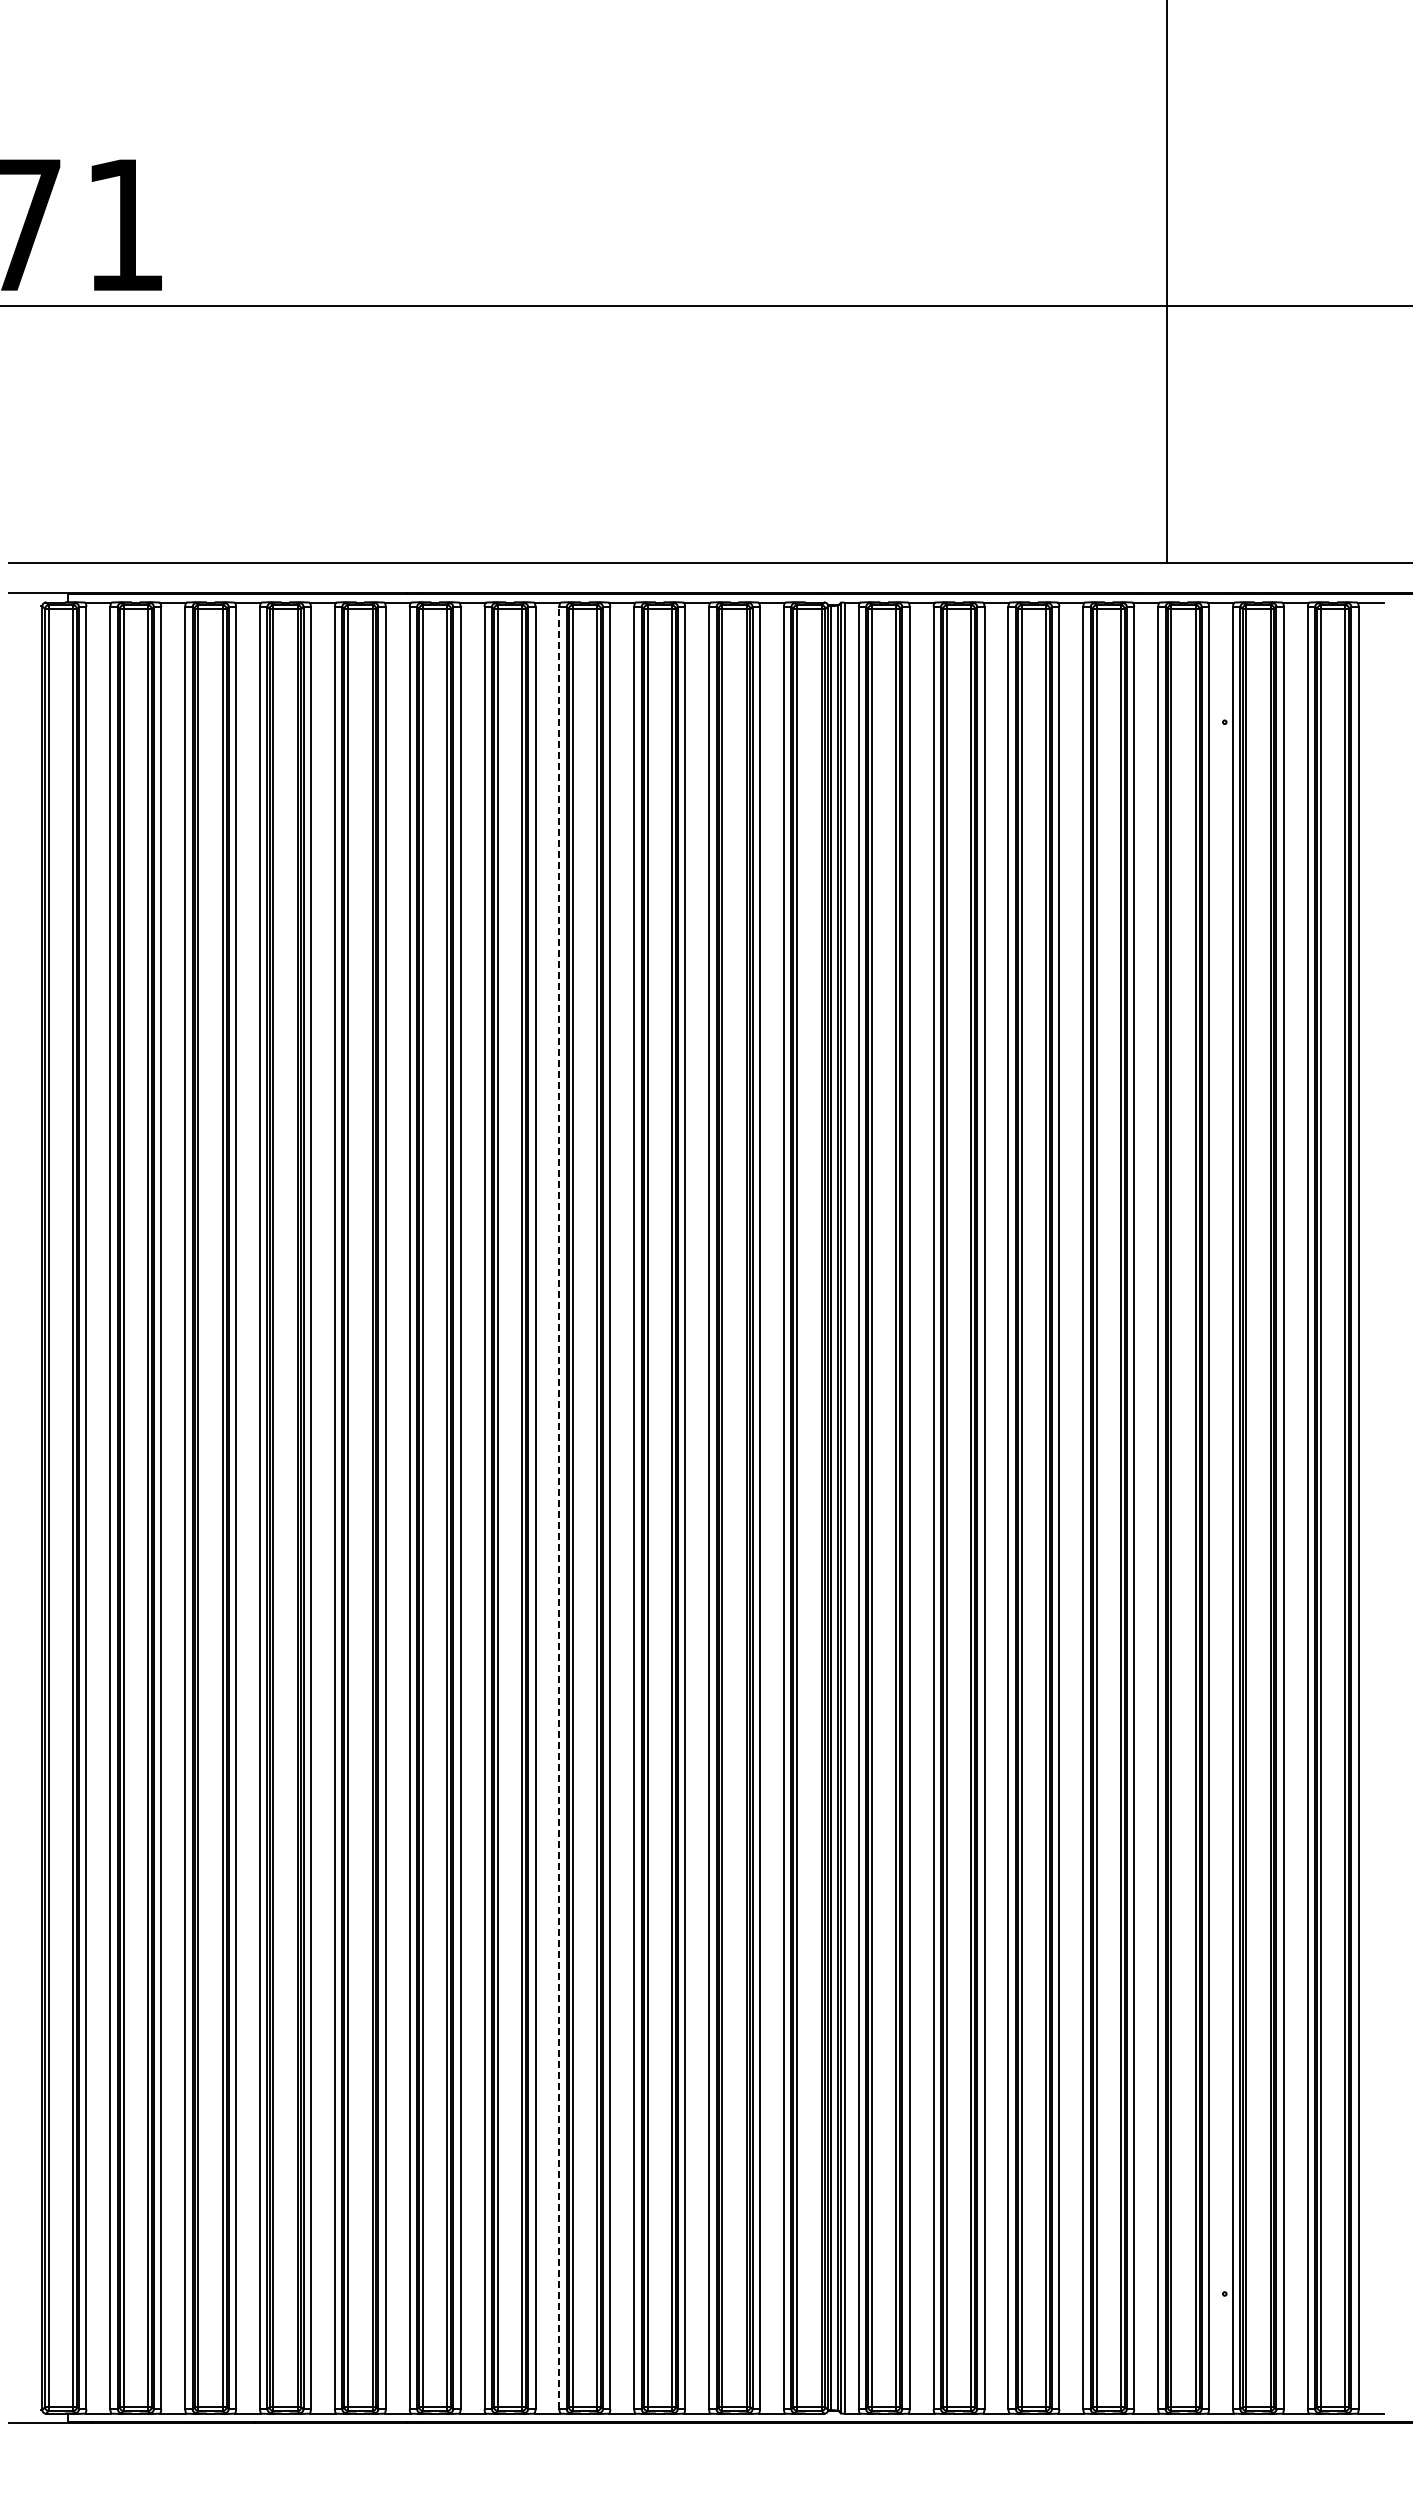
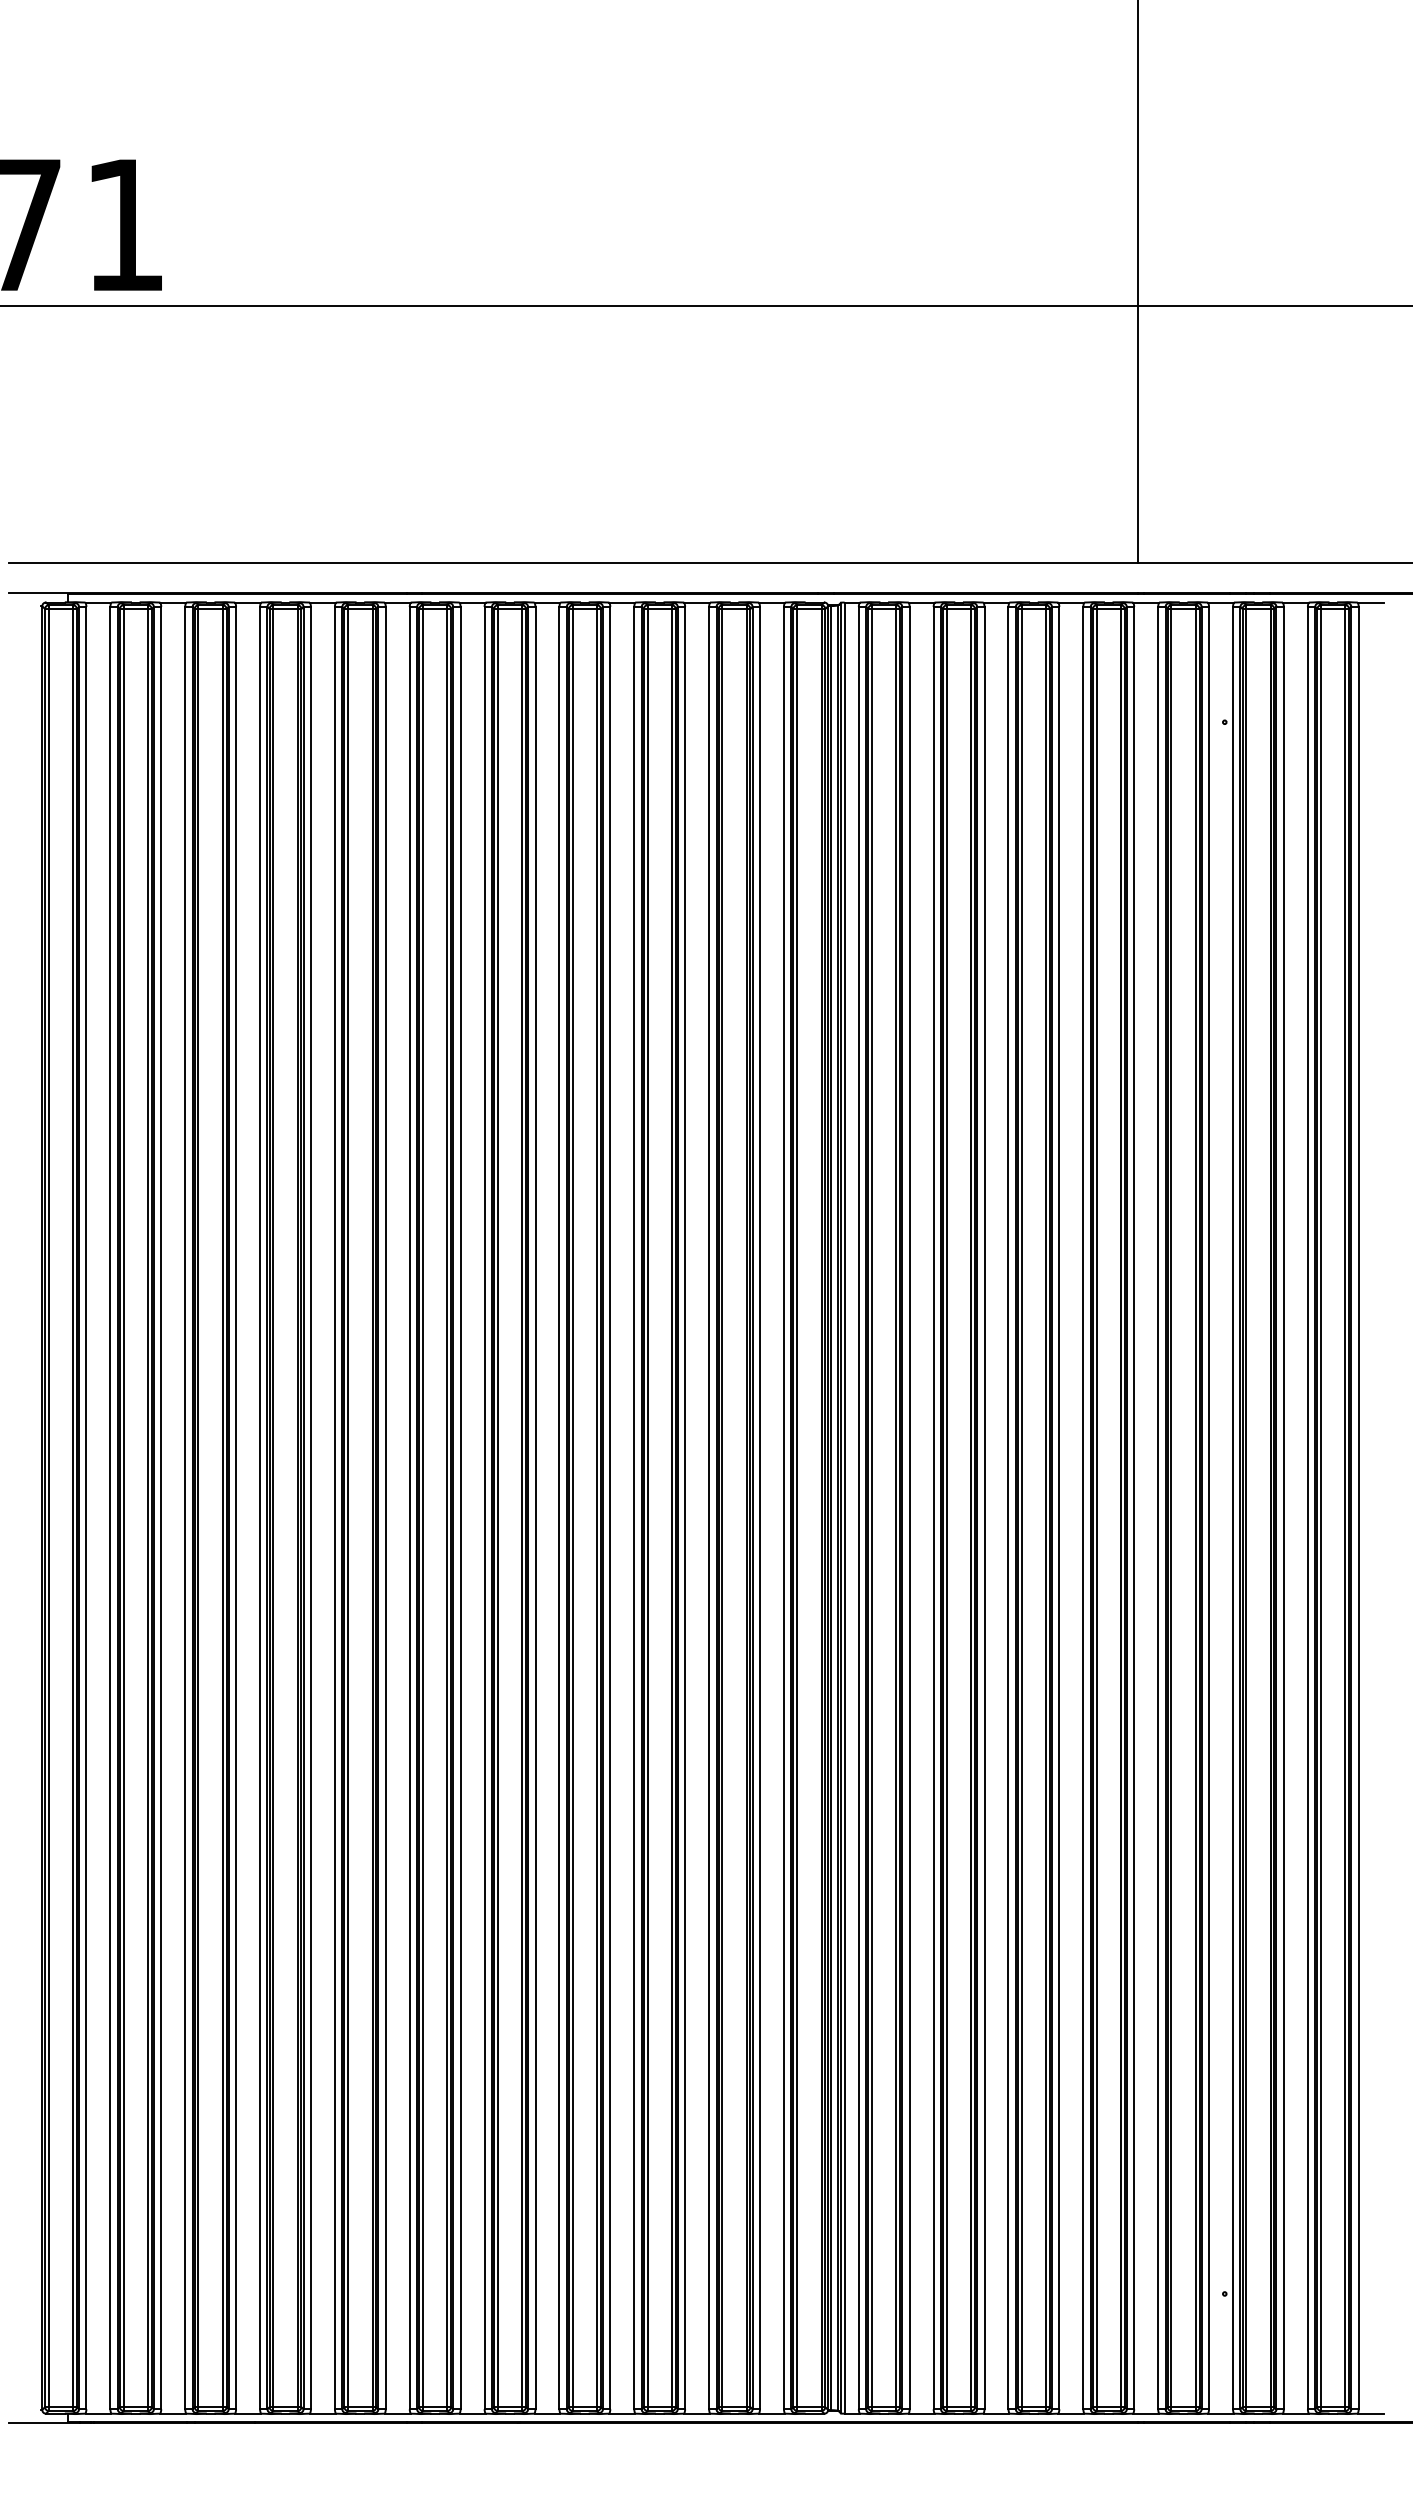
line at (1166, 282) position: (1166, 282) -> (1137, 282)
line at (559, 1507): dashed -> solid
